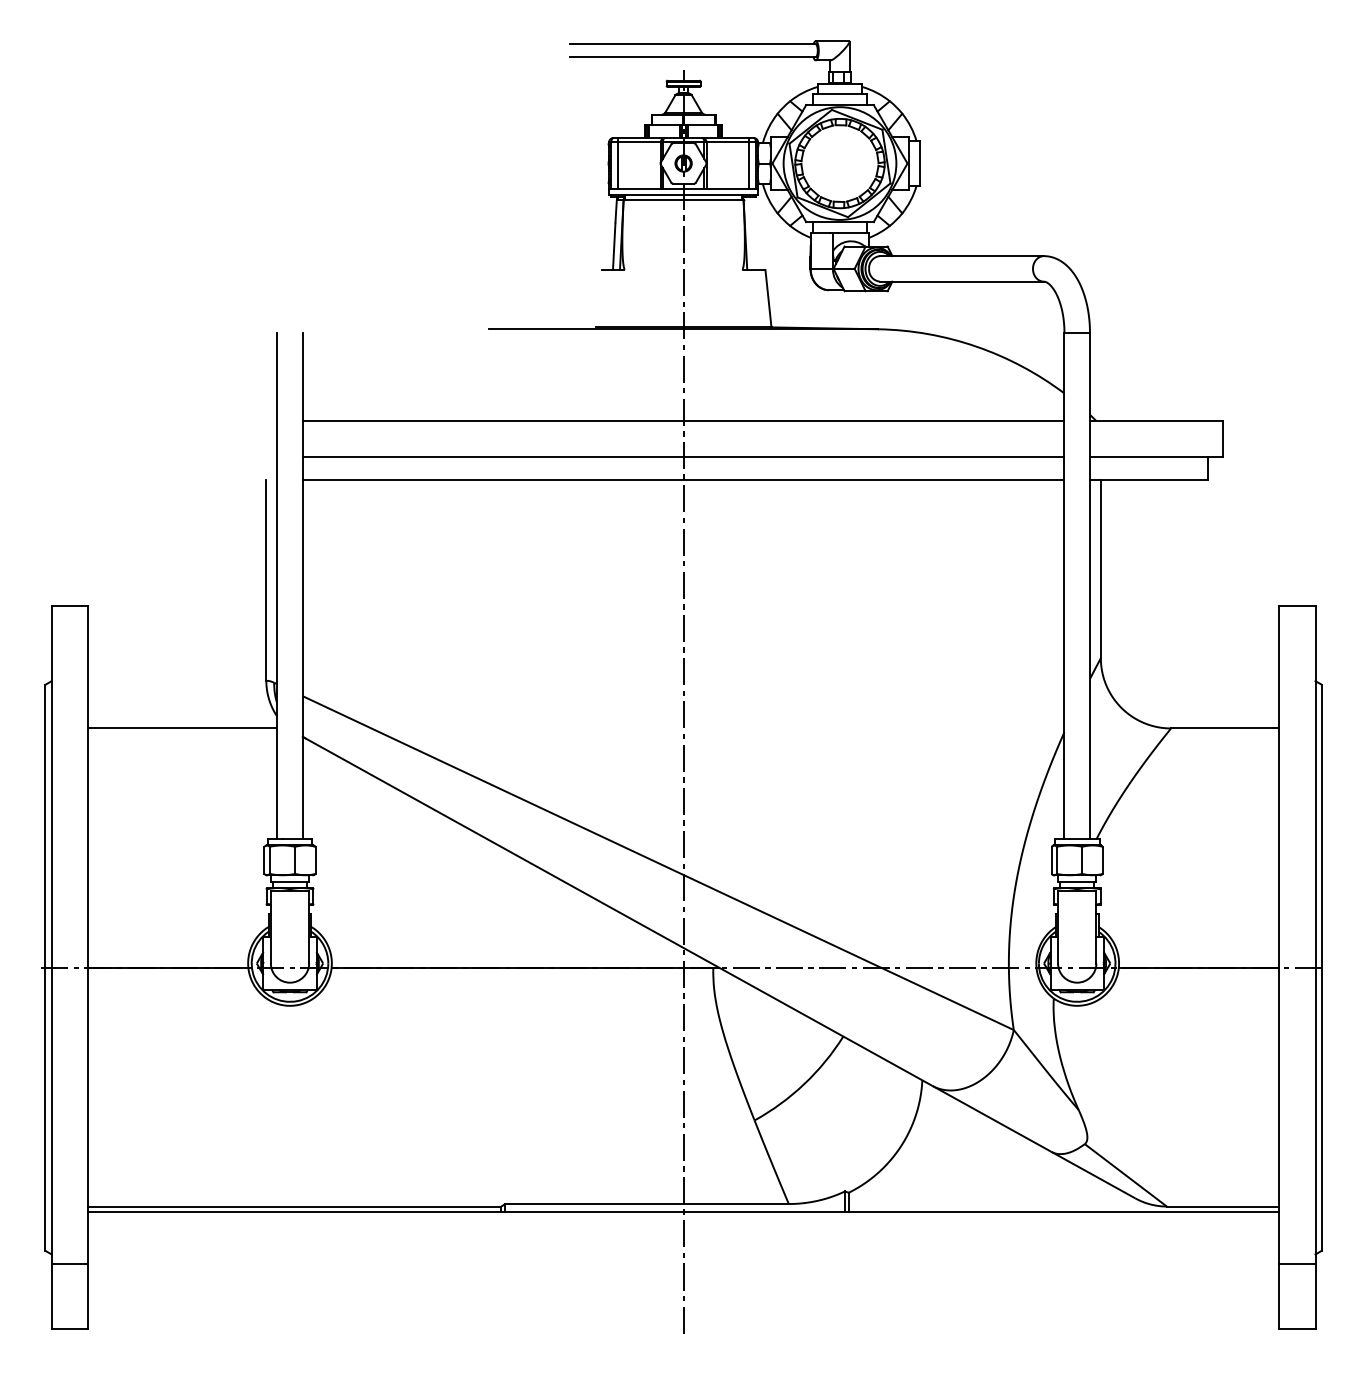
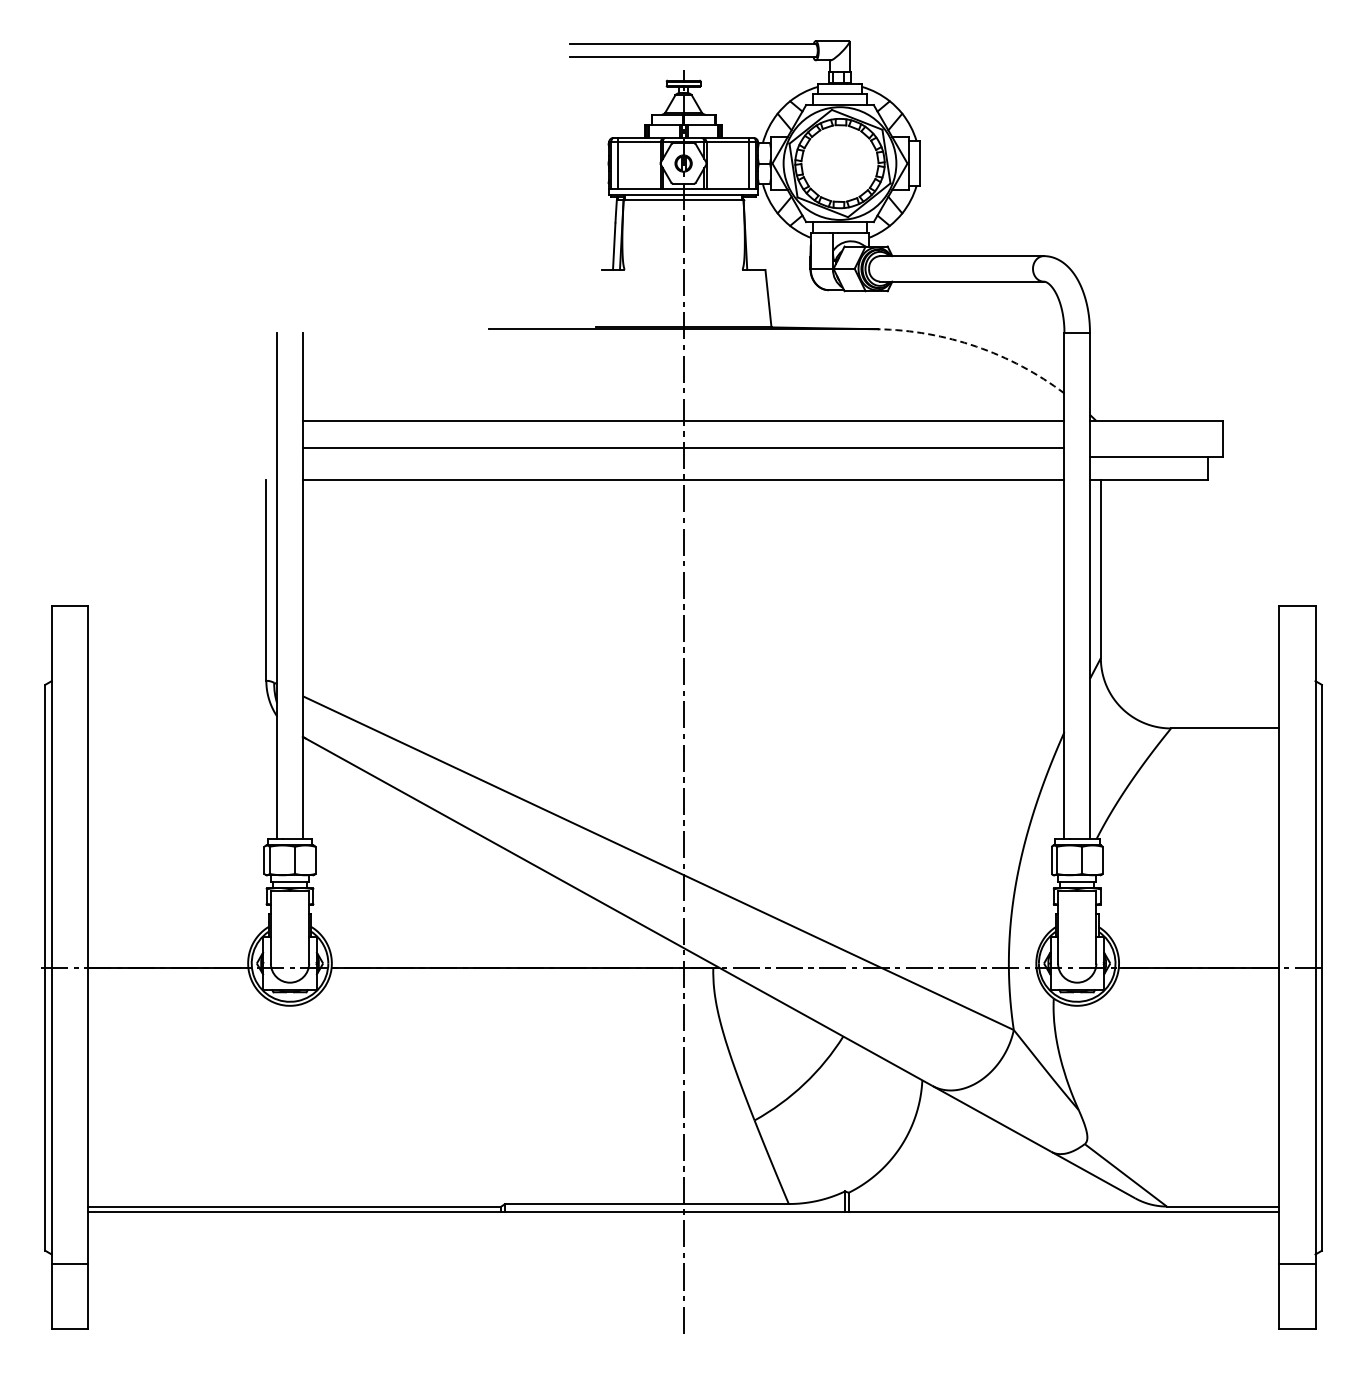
arc at (976, 346): solid -> dashed
line at (683, 457) position: (683, 457) -> (683, 448)
line at (182, 728): present -> none
